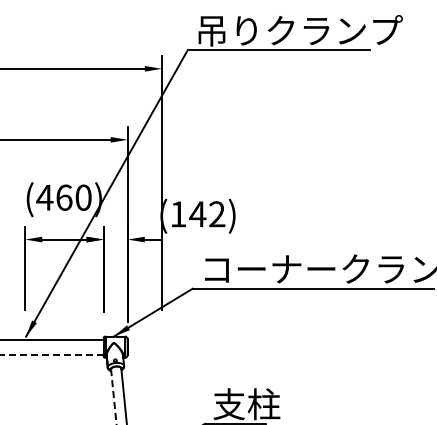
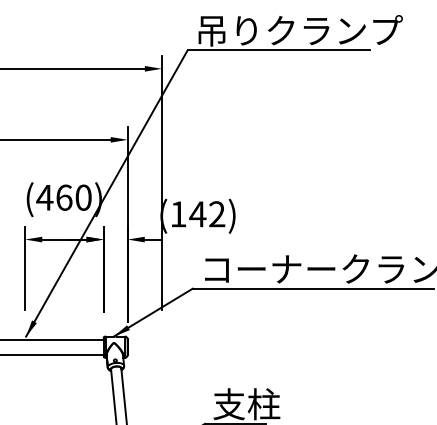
line at (51, 354): dashed -> solid
line at (113, 396): dashed -> solid
